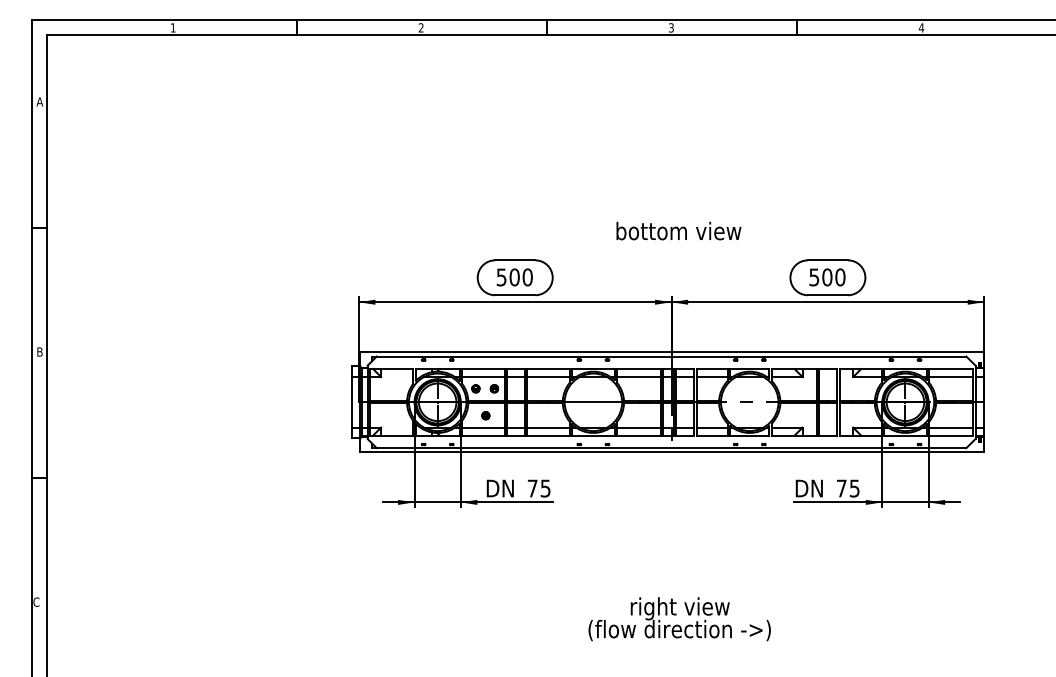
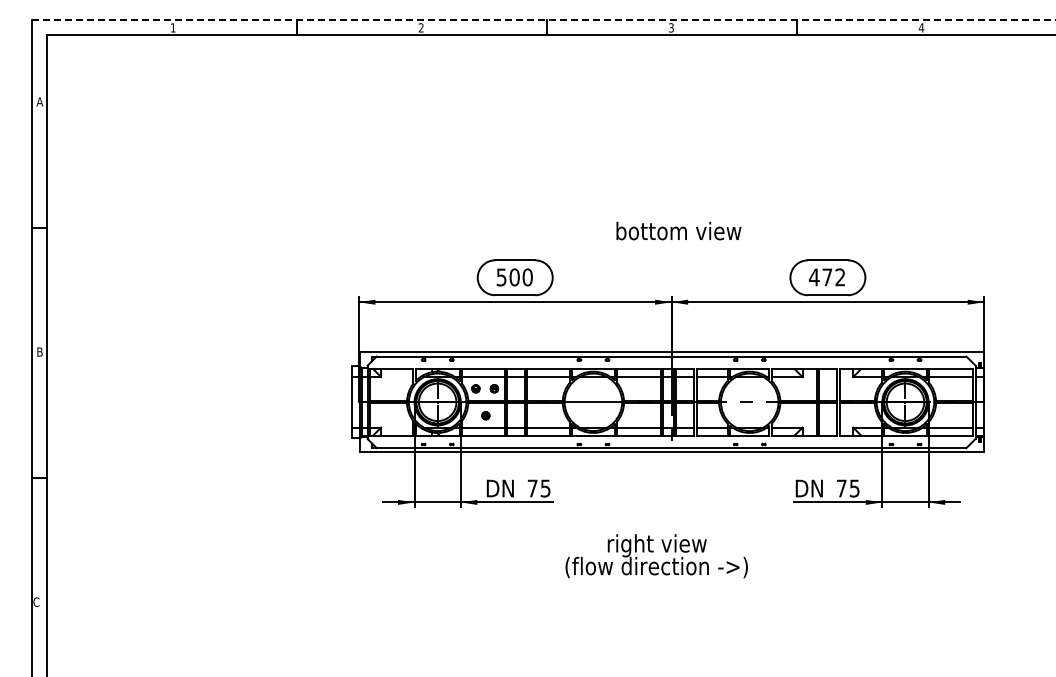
line at (543, 20): solid -> dashed
text at (826, 277): 500 -> 472
text at (679, 619) position: (679, 619) -> (656, 556)
